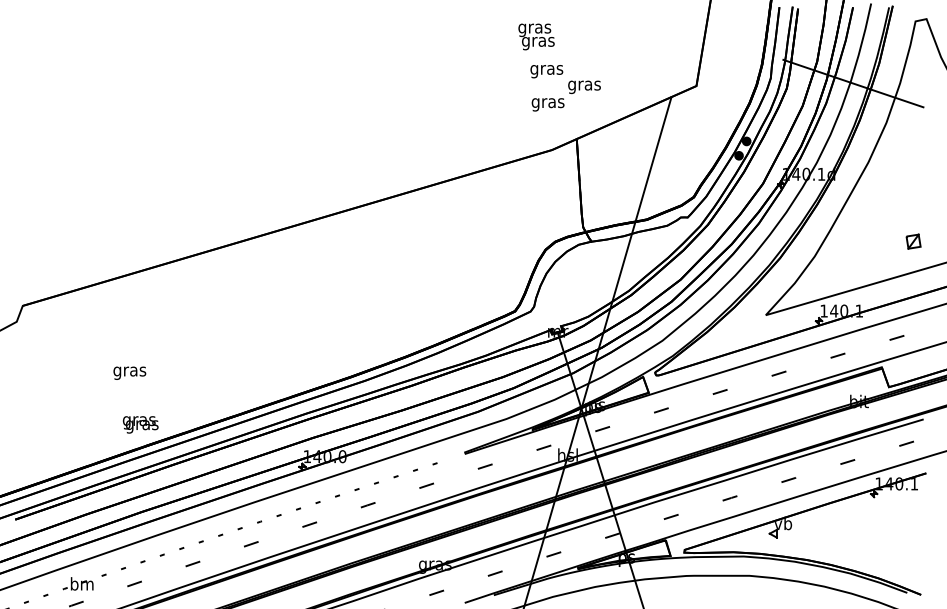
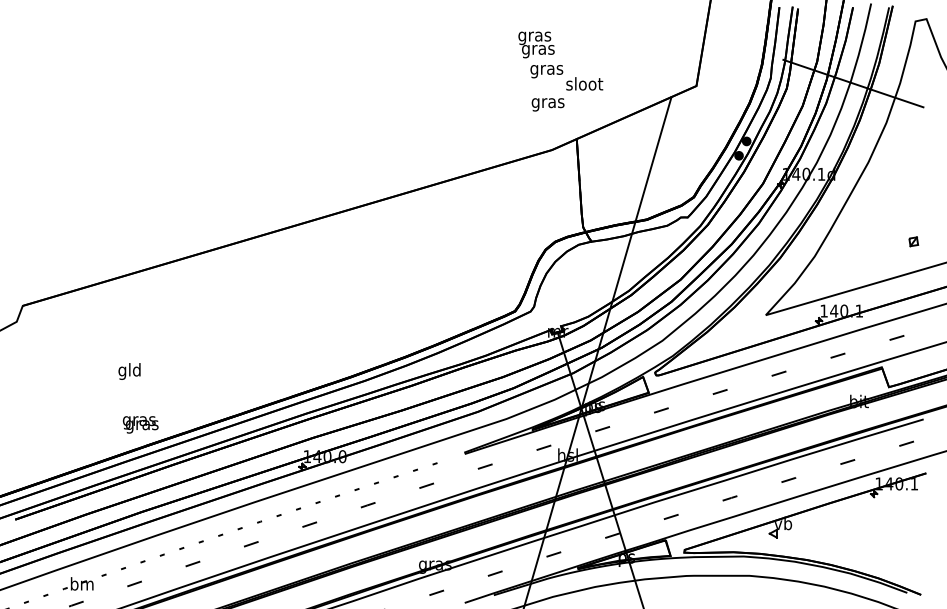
text at (536, 36) position: (536, 36) -> (536, 44)
text at (584, 85): gras -> sloot
part at (913, 241) size: 17x17 px -> 12x12 px
text at (129, 371): gras -> gld
